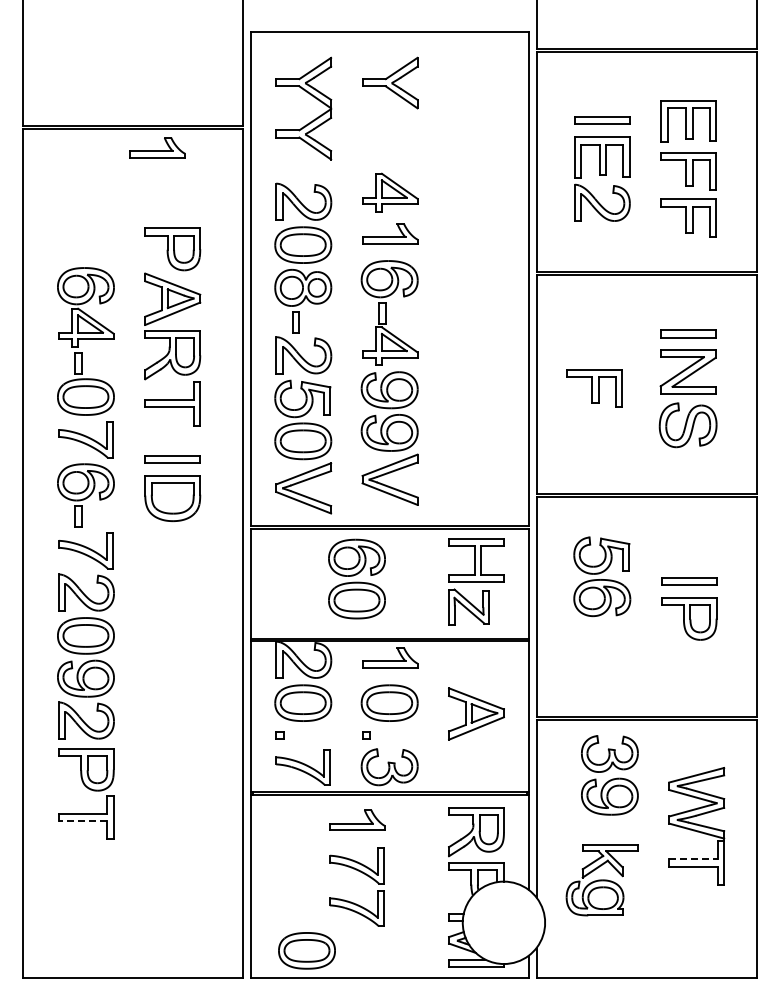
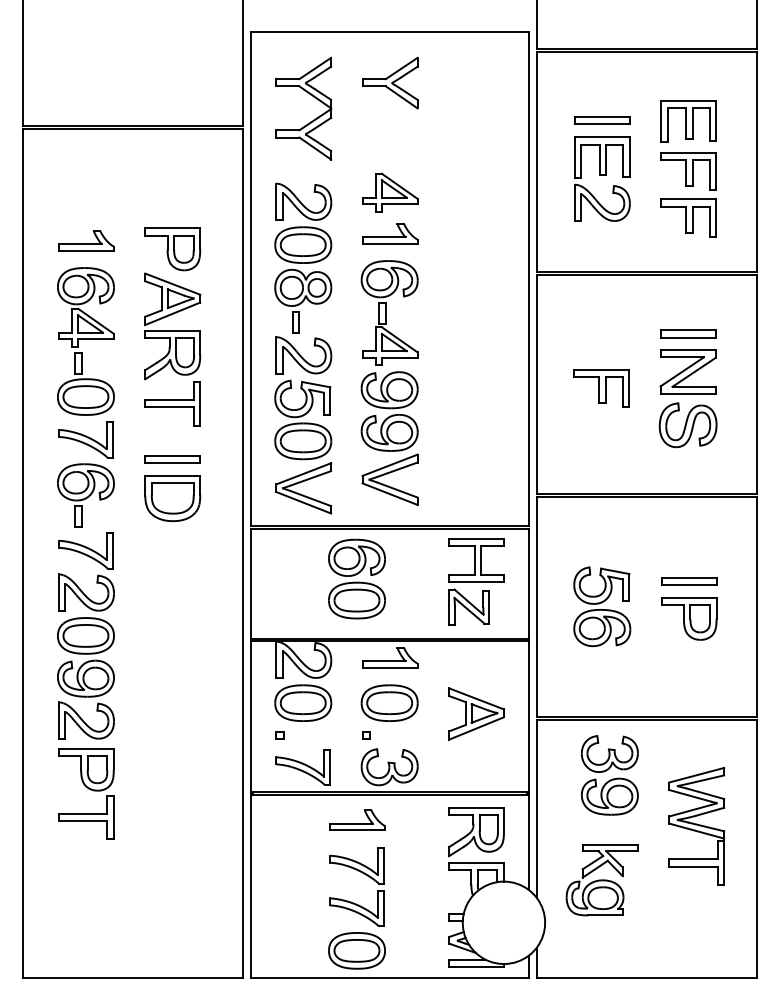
part at (157, 147) position: (157, 147) -> (86, 240)
part at (594, 388) position: (594, 388) -> (601, 388)
part at (602, 576) position: (602, 576) -> (602, 606)
line at (82, 821): dashed -> solid
line at (693, 859): dashed -> solid
part at (306, 950) position: (306, 950) -> (356, 950)
